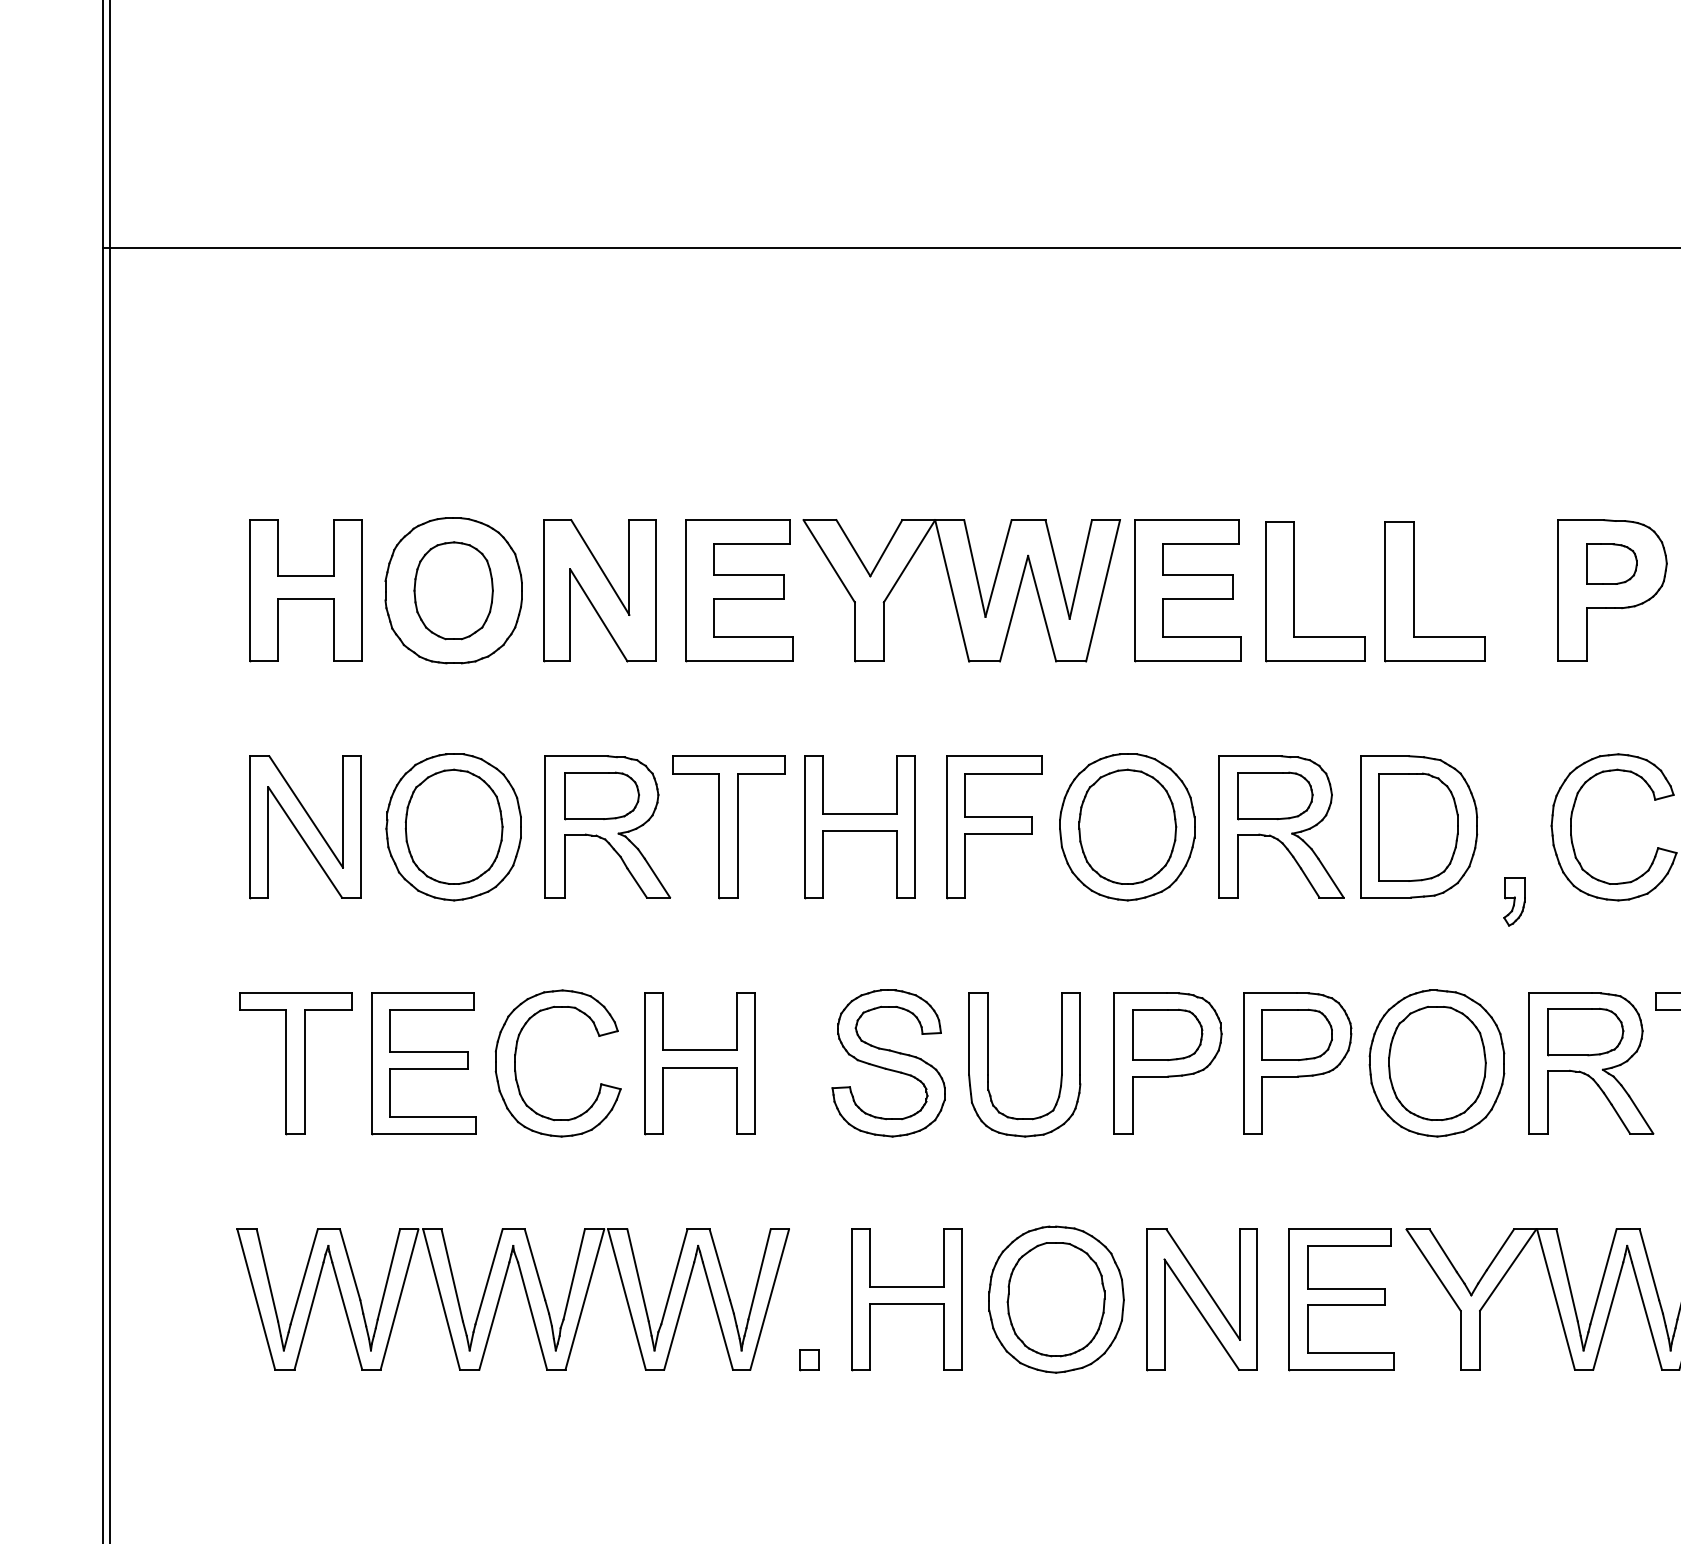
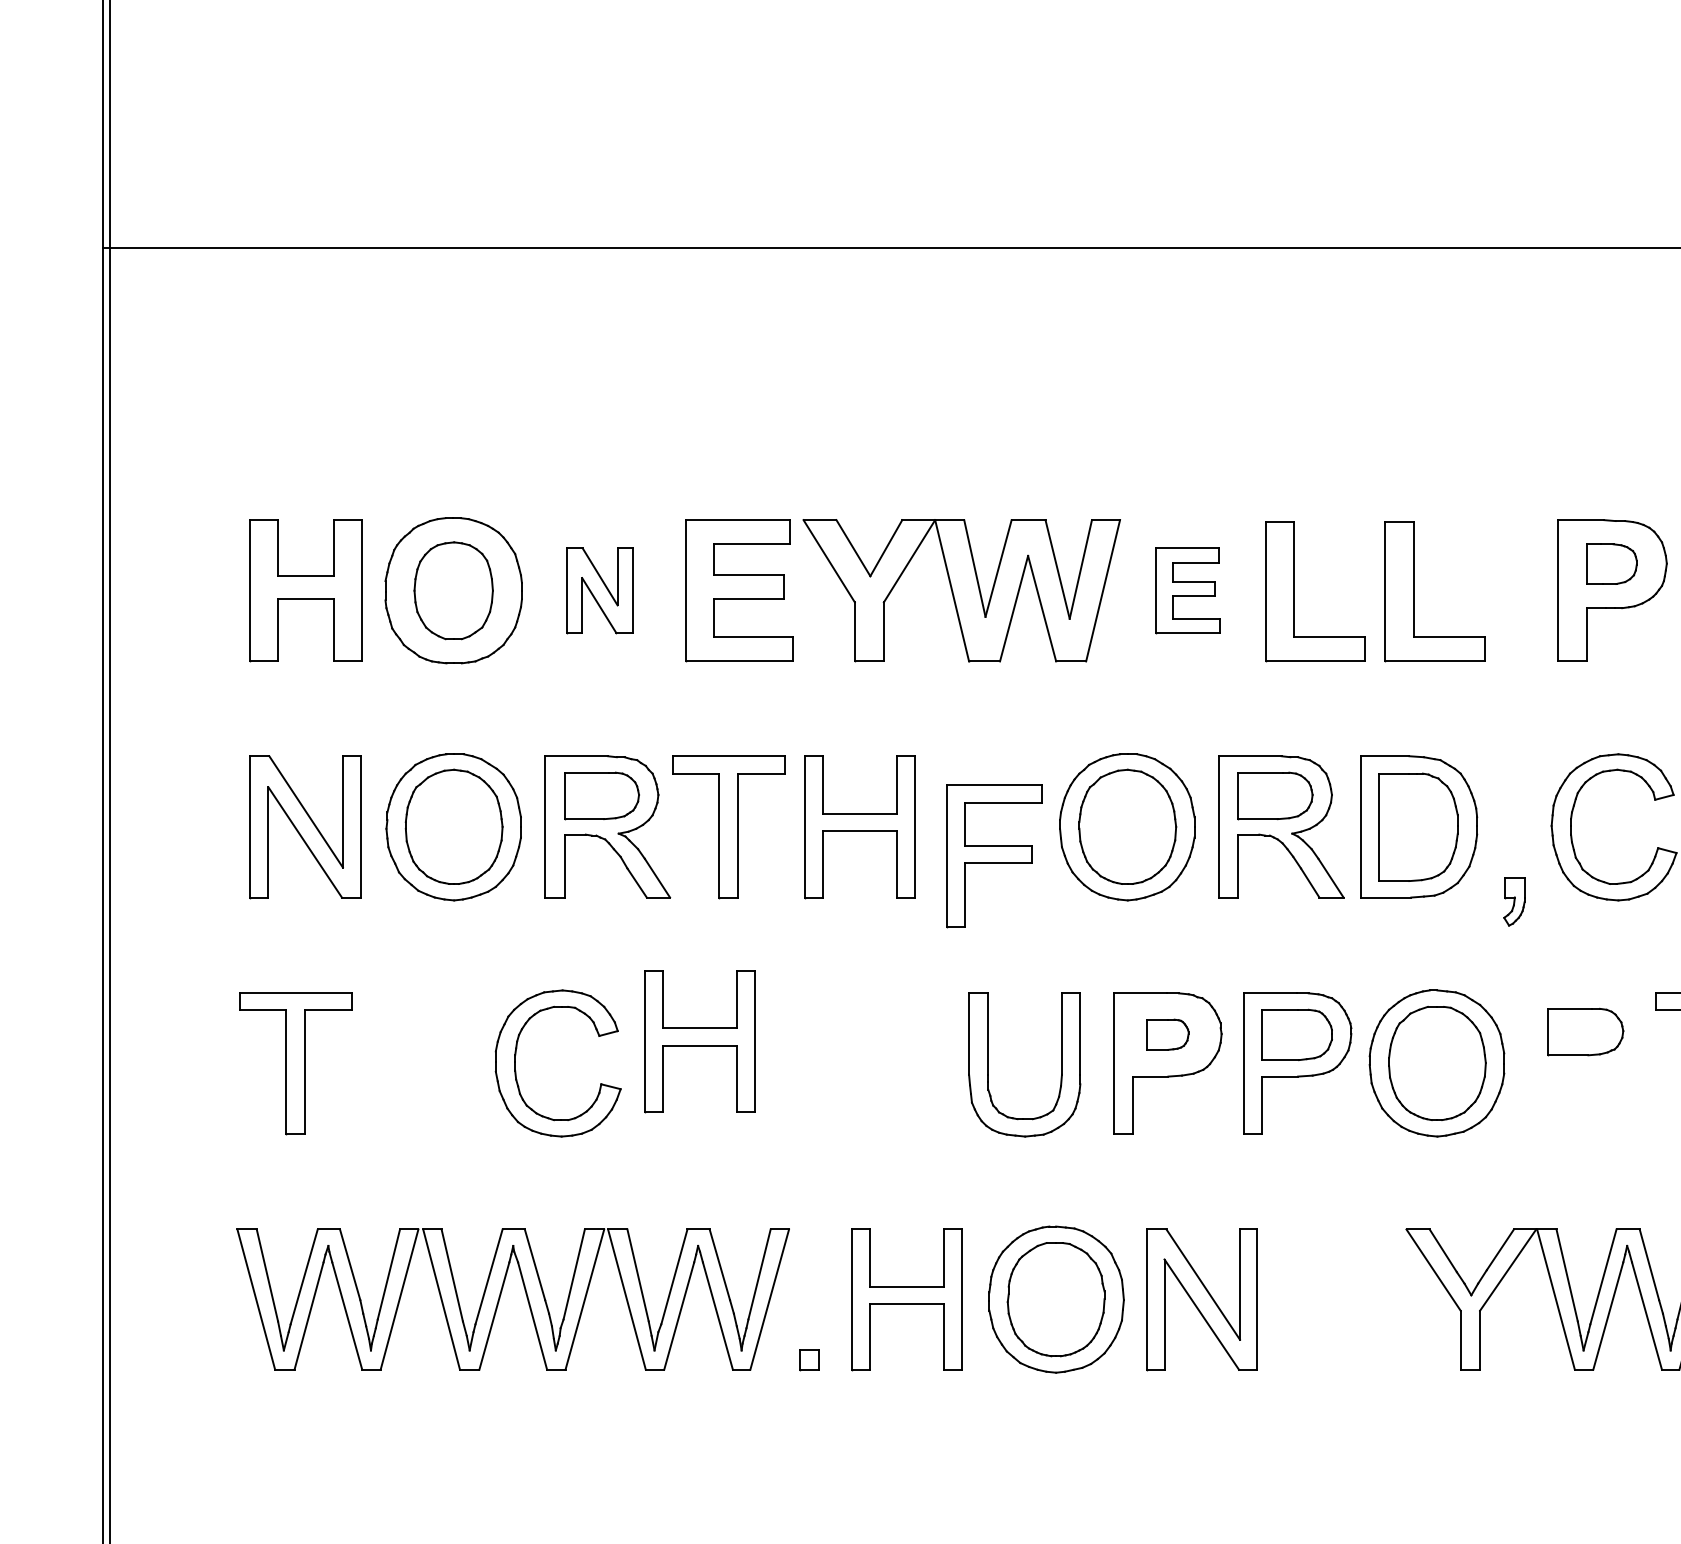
part at (599, 590) size: 114x144 px -> 68x88 px
part at (1187, 590) size: 108x144 px -> 66x88 px
part at (994, 827) position: (994, 827) -> (994, 856)
part at (1167, 1034) size: 72x53 px -> 44x33 px
part at (423, 1063): present -> none
part at (699, 1063) position: (699, 1063) -> (699, 1041)
part at (888, 1063): present -> none
part at (1591, 1063): present -> none
part at (1341, 1299): present -> none
